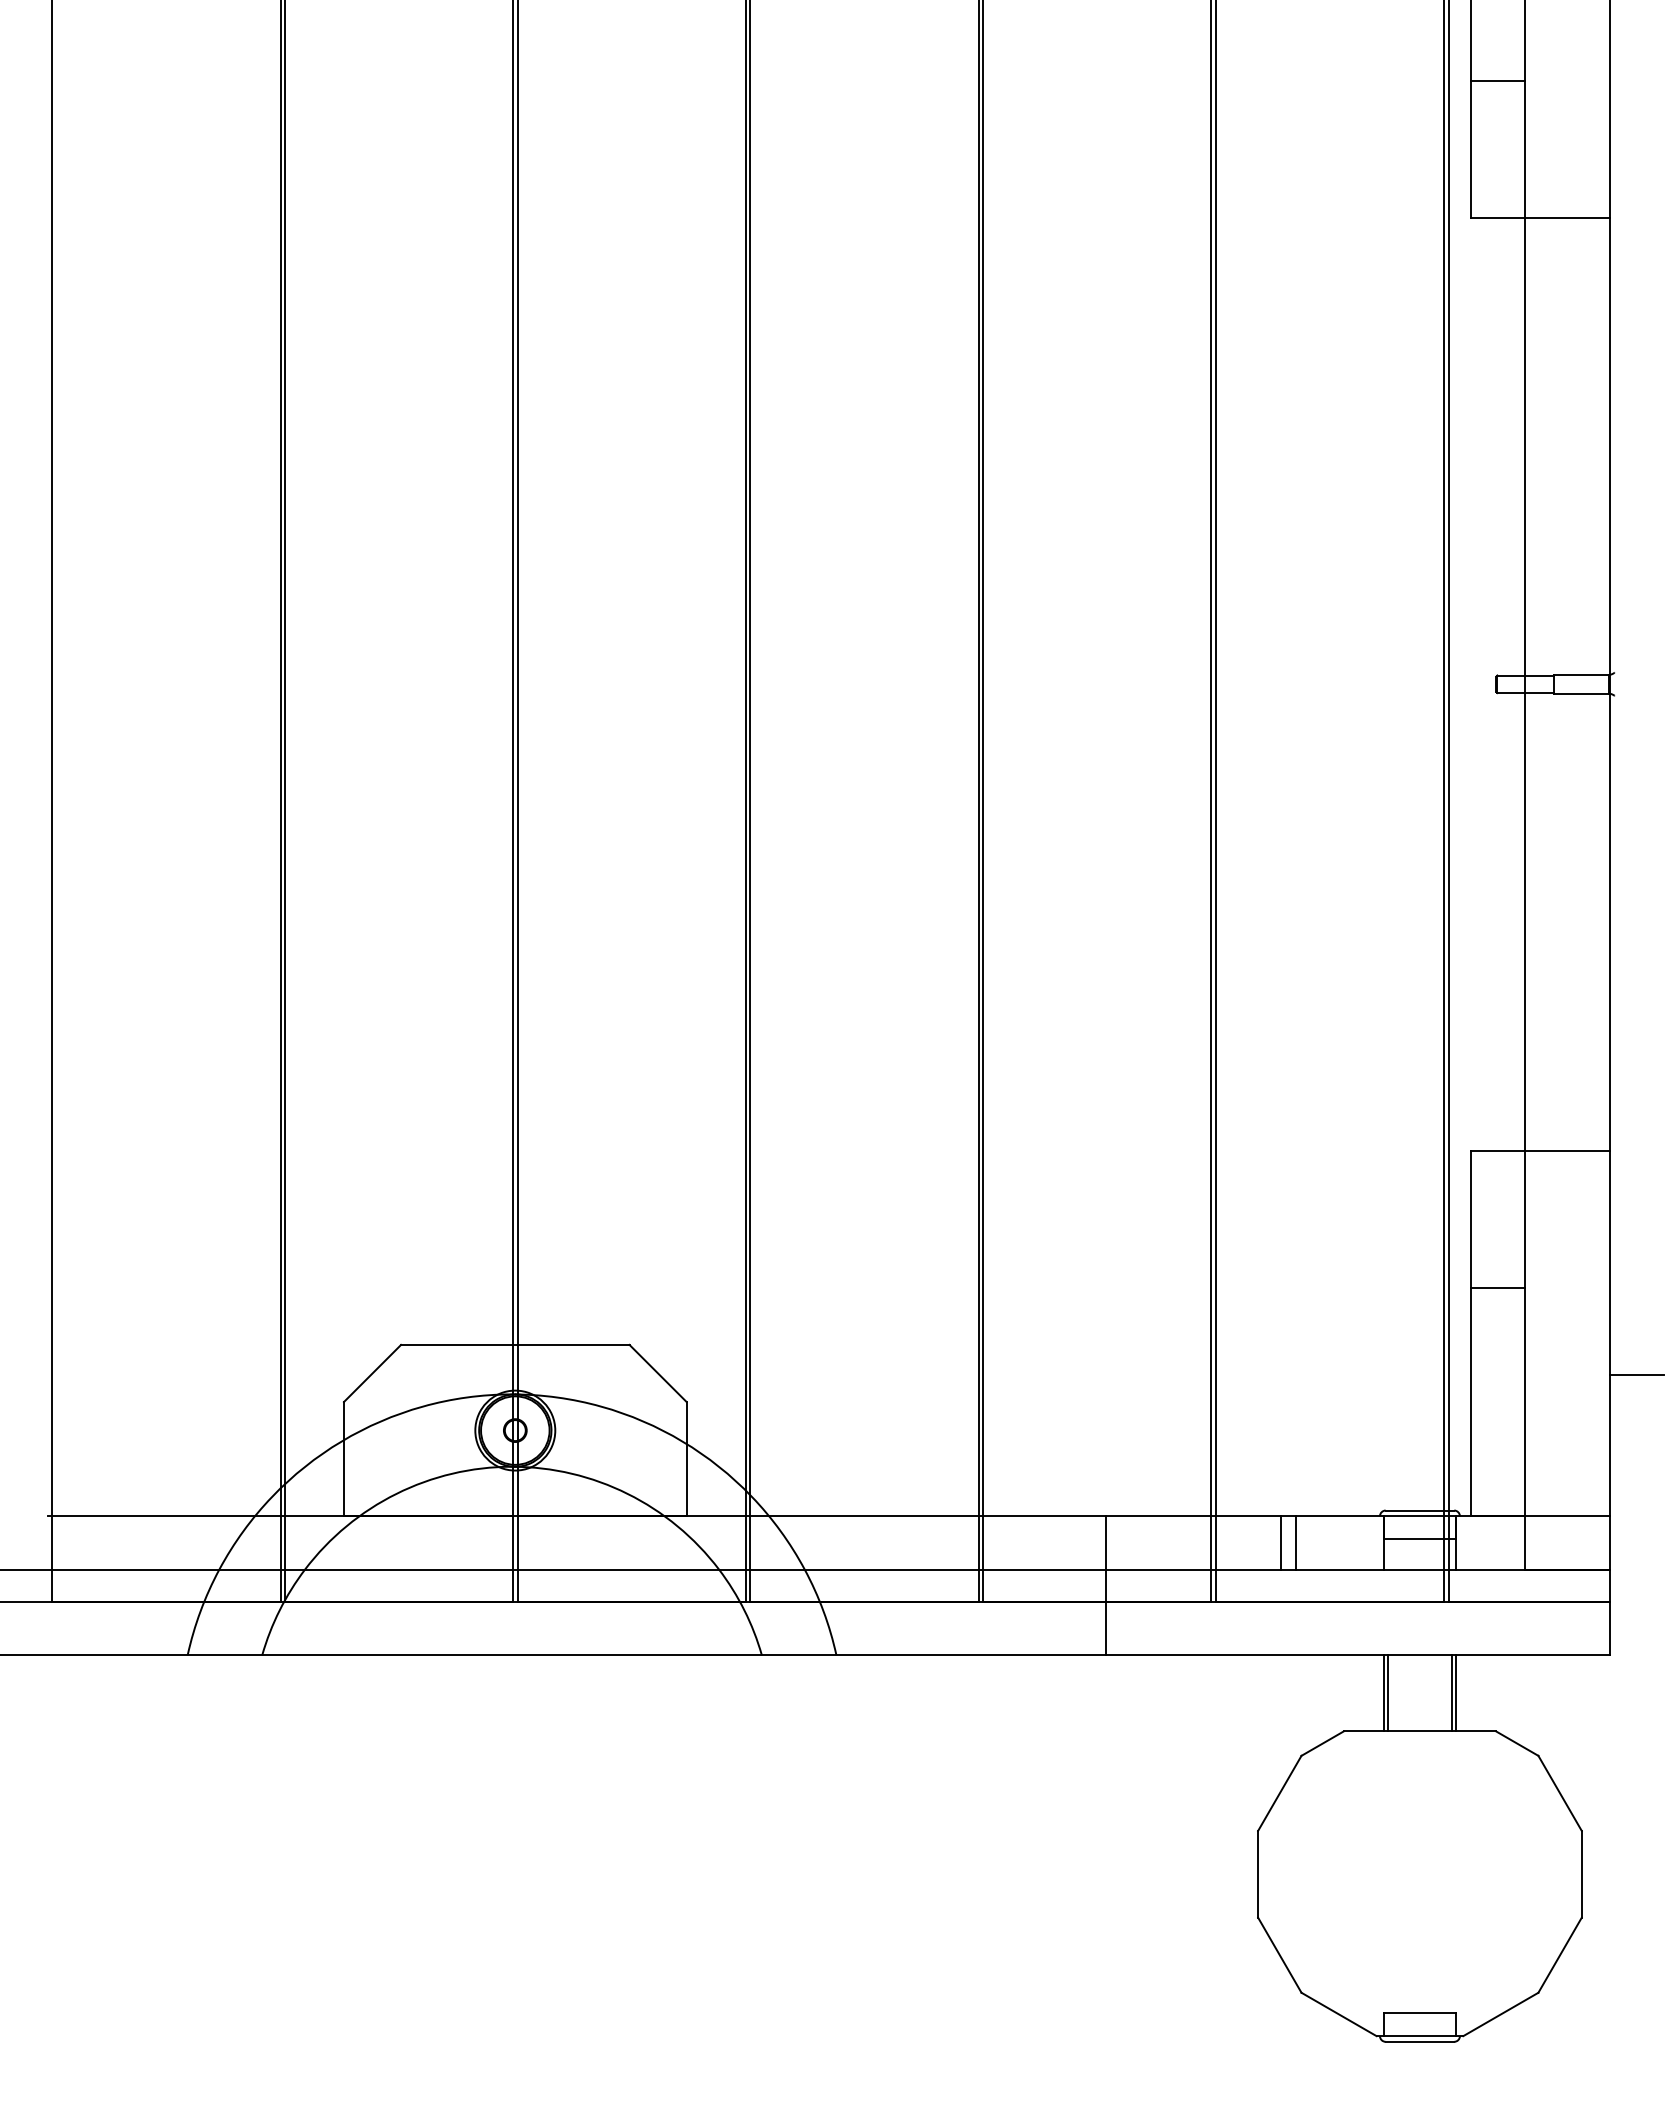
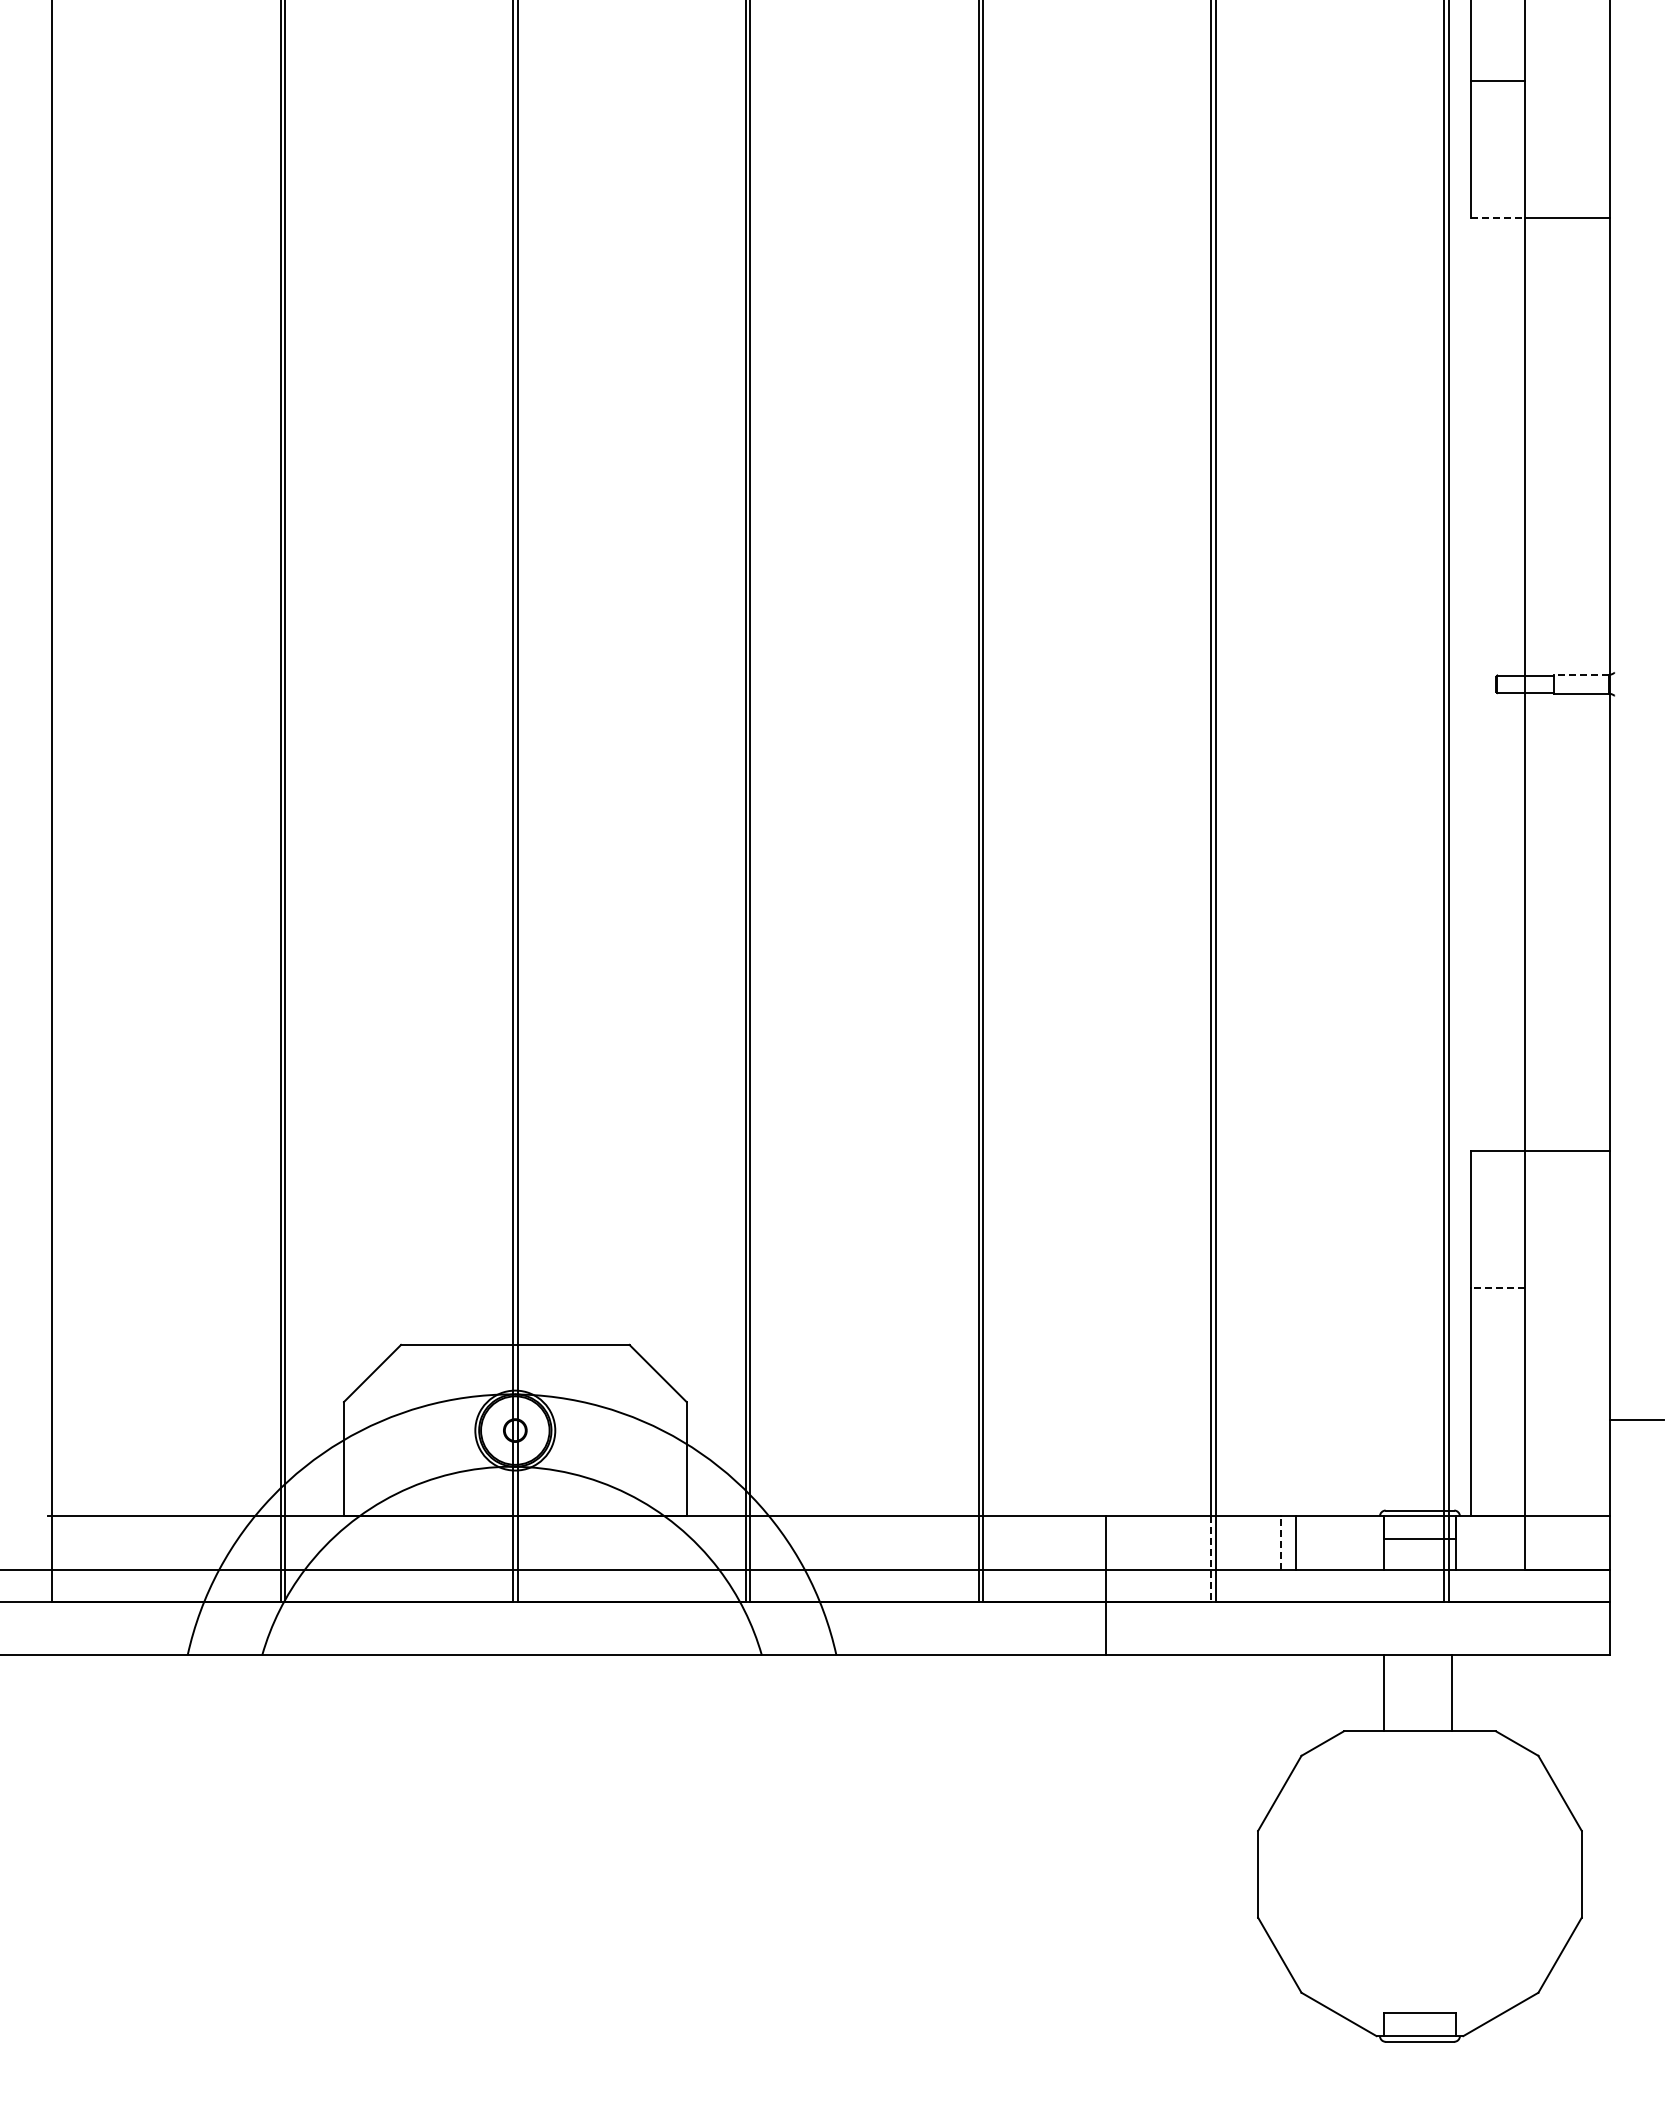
line at (1498, 217): solid -> dashed
line at (1581, 674): solid -> dashed
line at (1498, 1287): solid -> dashed
line at (1635, 1375) position: (1635, 1375) -> (1635, 1420)
line at (1280, 1542): solid -> dashed
line at (1211, 1559): solid -> dashed
line at (1387, 1693): present -> none
line at (1456, 1693): present -> none
